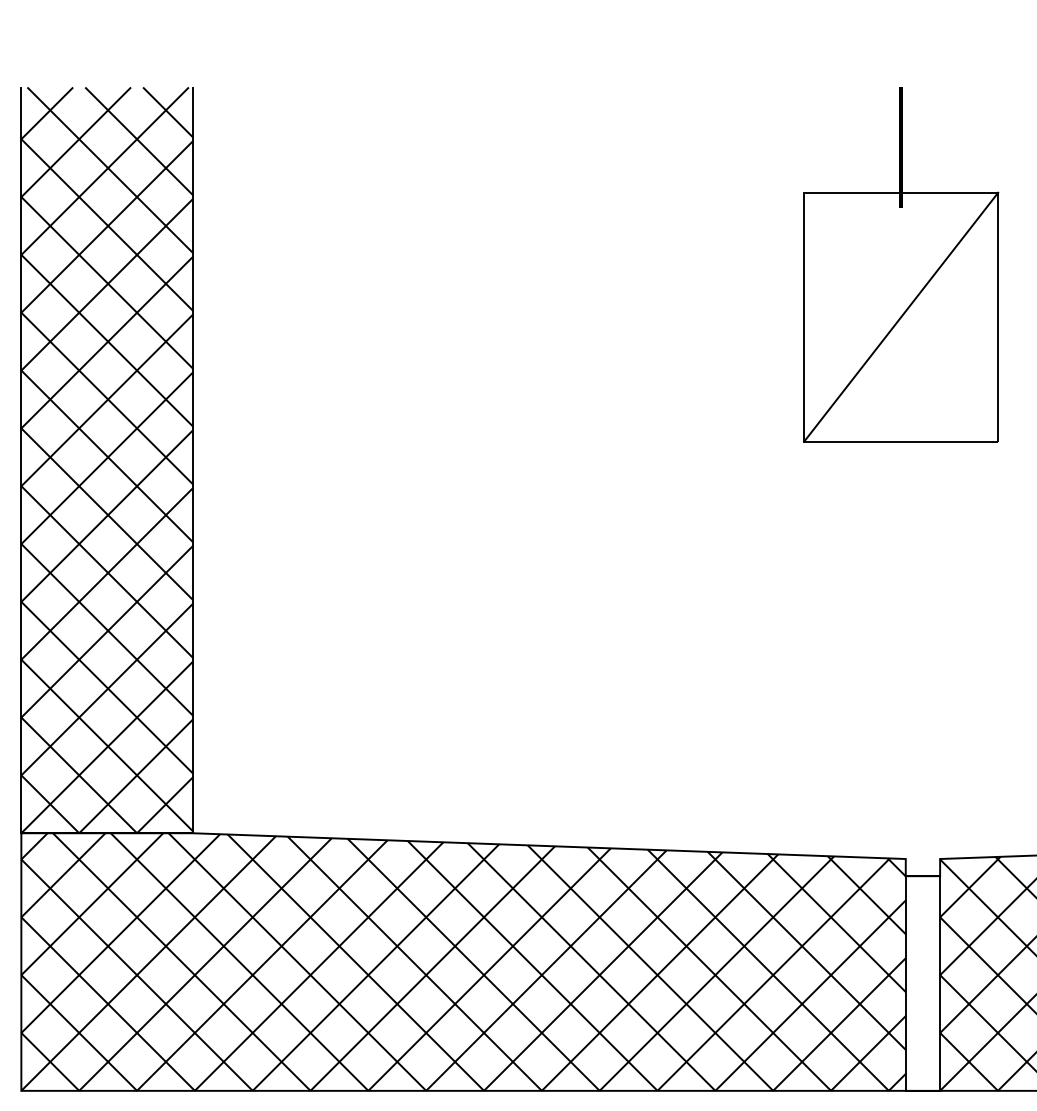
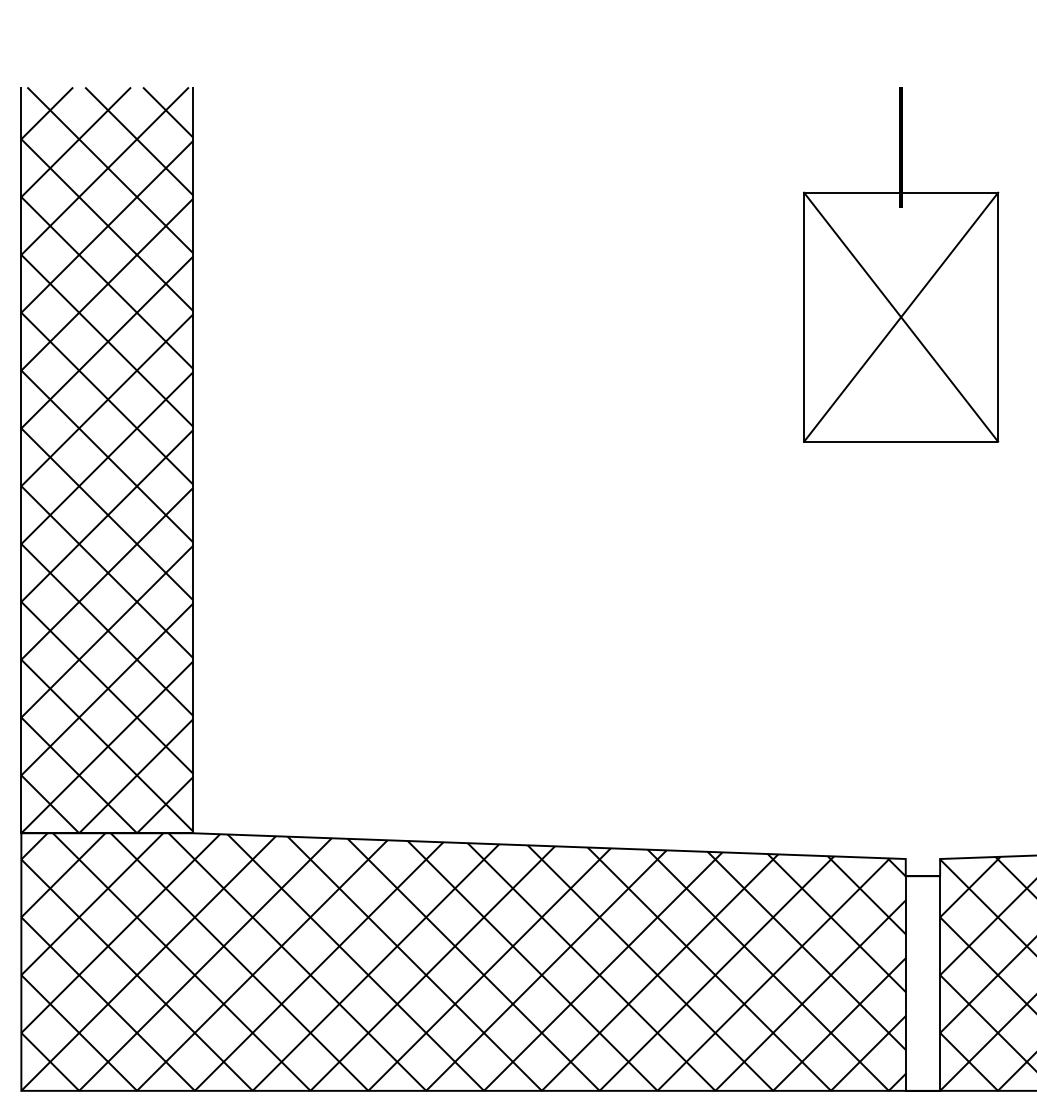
line at (901, 316): none -> present
